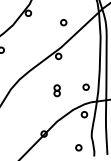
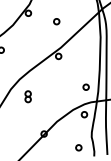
part at (63, 22) position: (63, 22) -> (56, 21)
part at (56, 90) position: (56, 90) -> (27, 96)
